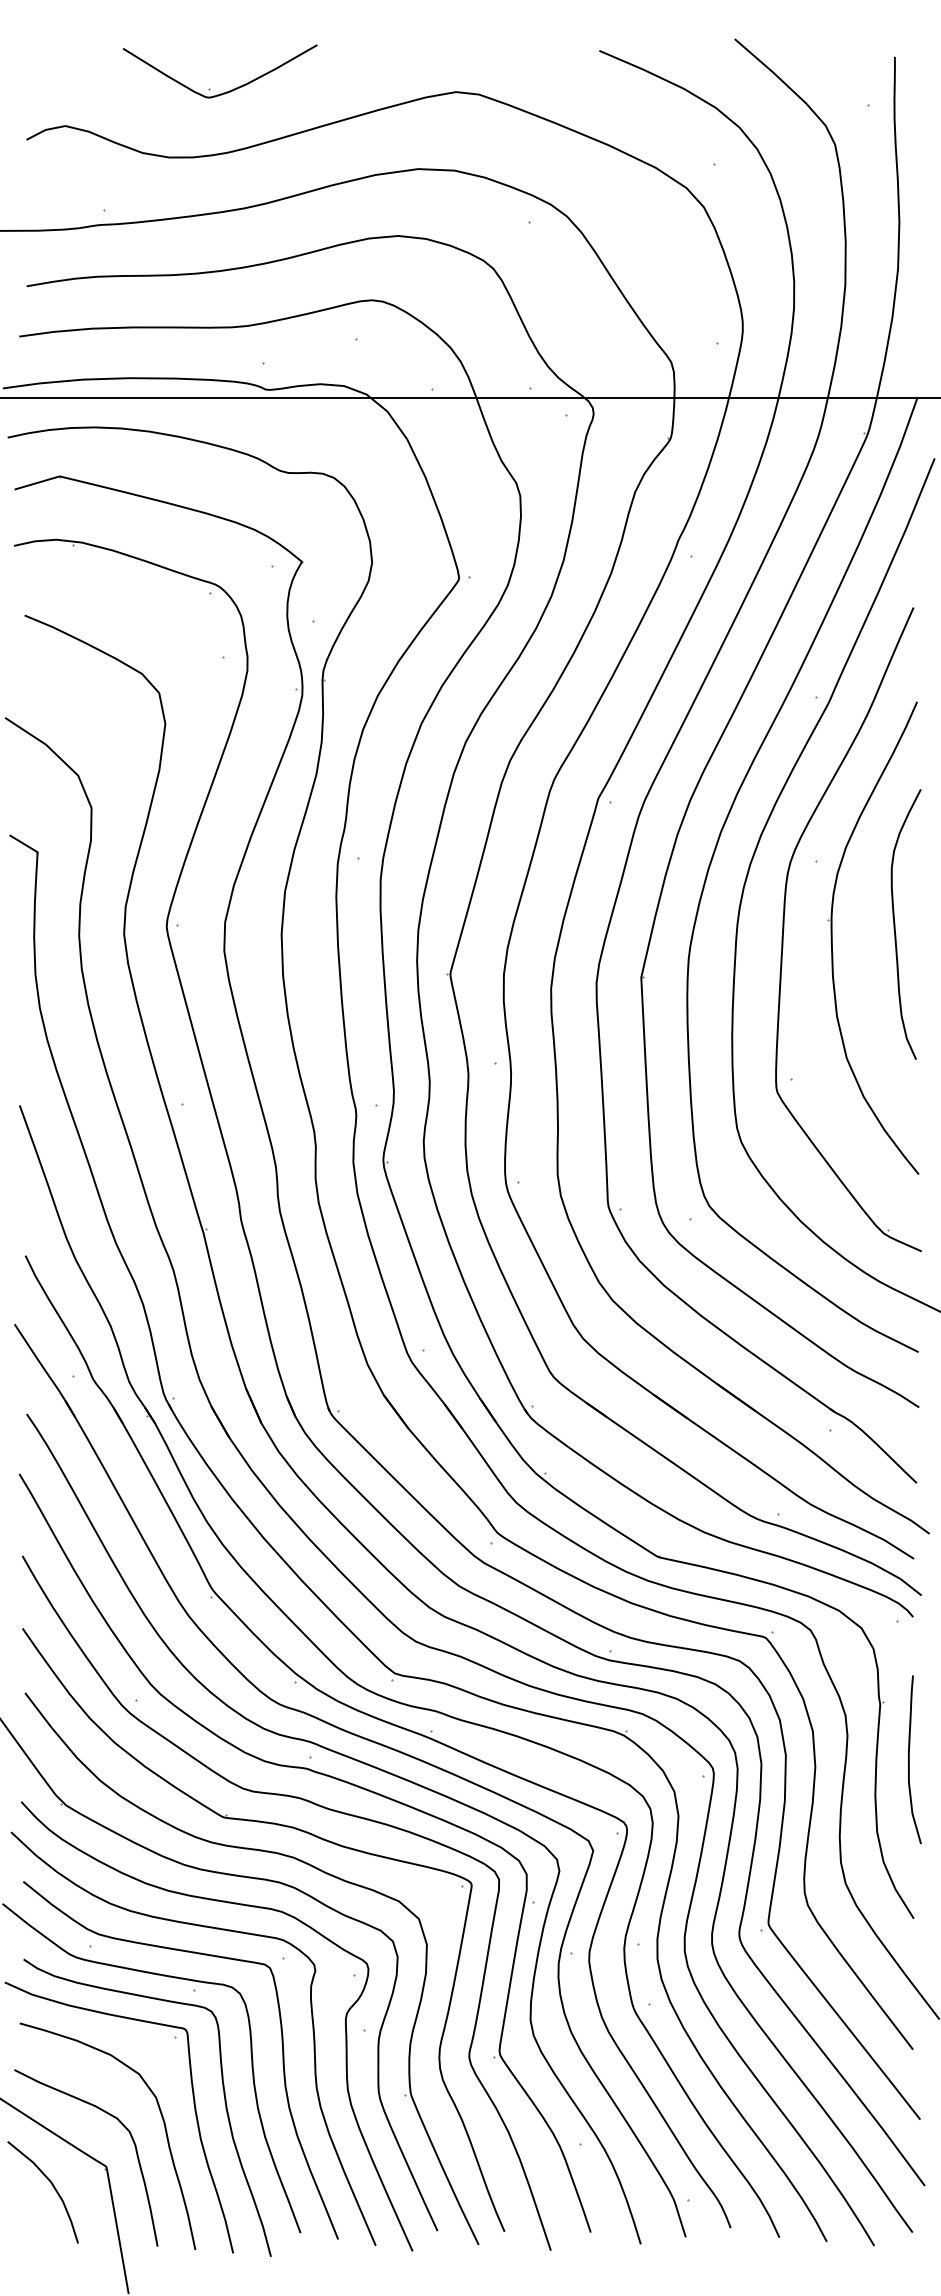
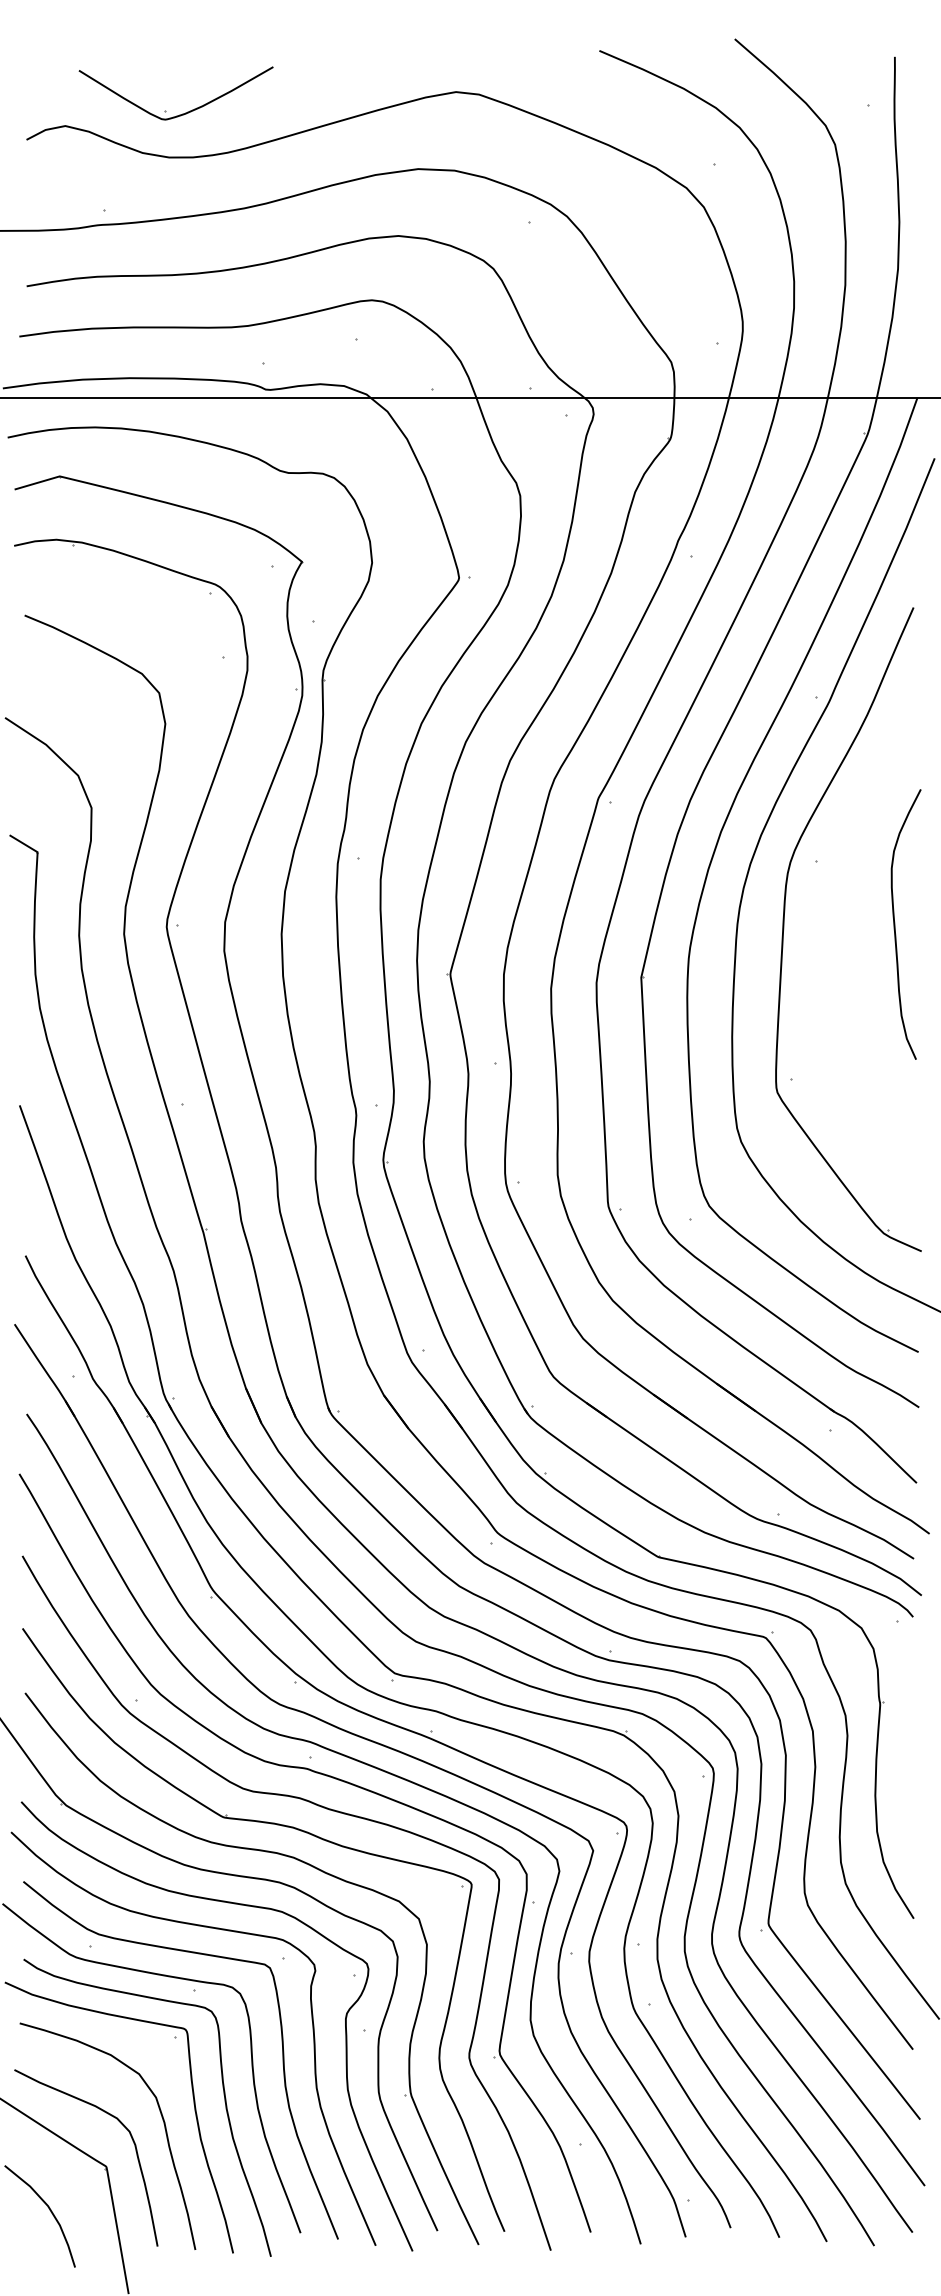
part at (209, 88) position: (209, 88) -> (165, 110)
part at (832, 937): present -> none
curve at (909, 1759): present -> none
curve at (52, 2186) position: (52, 2186) -> (49, 2210)
